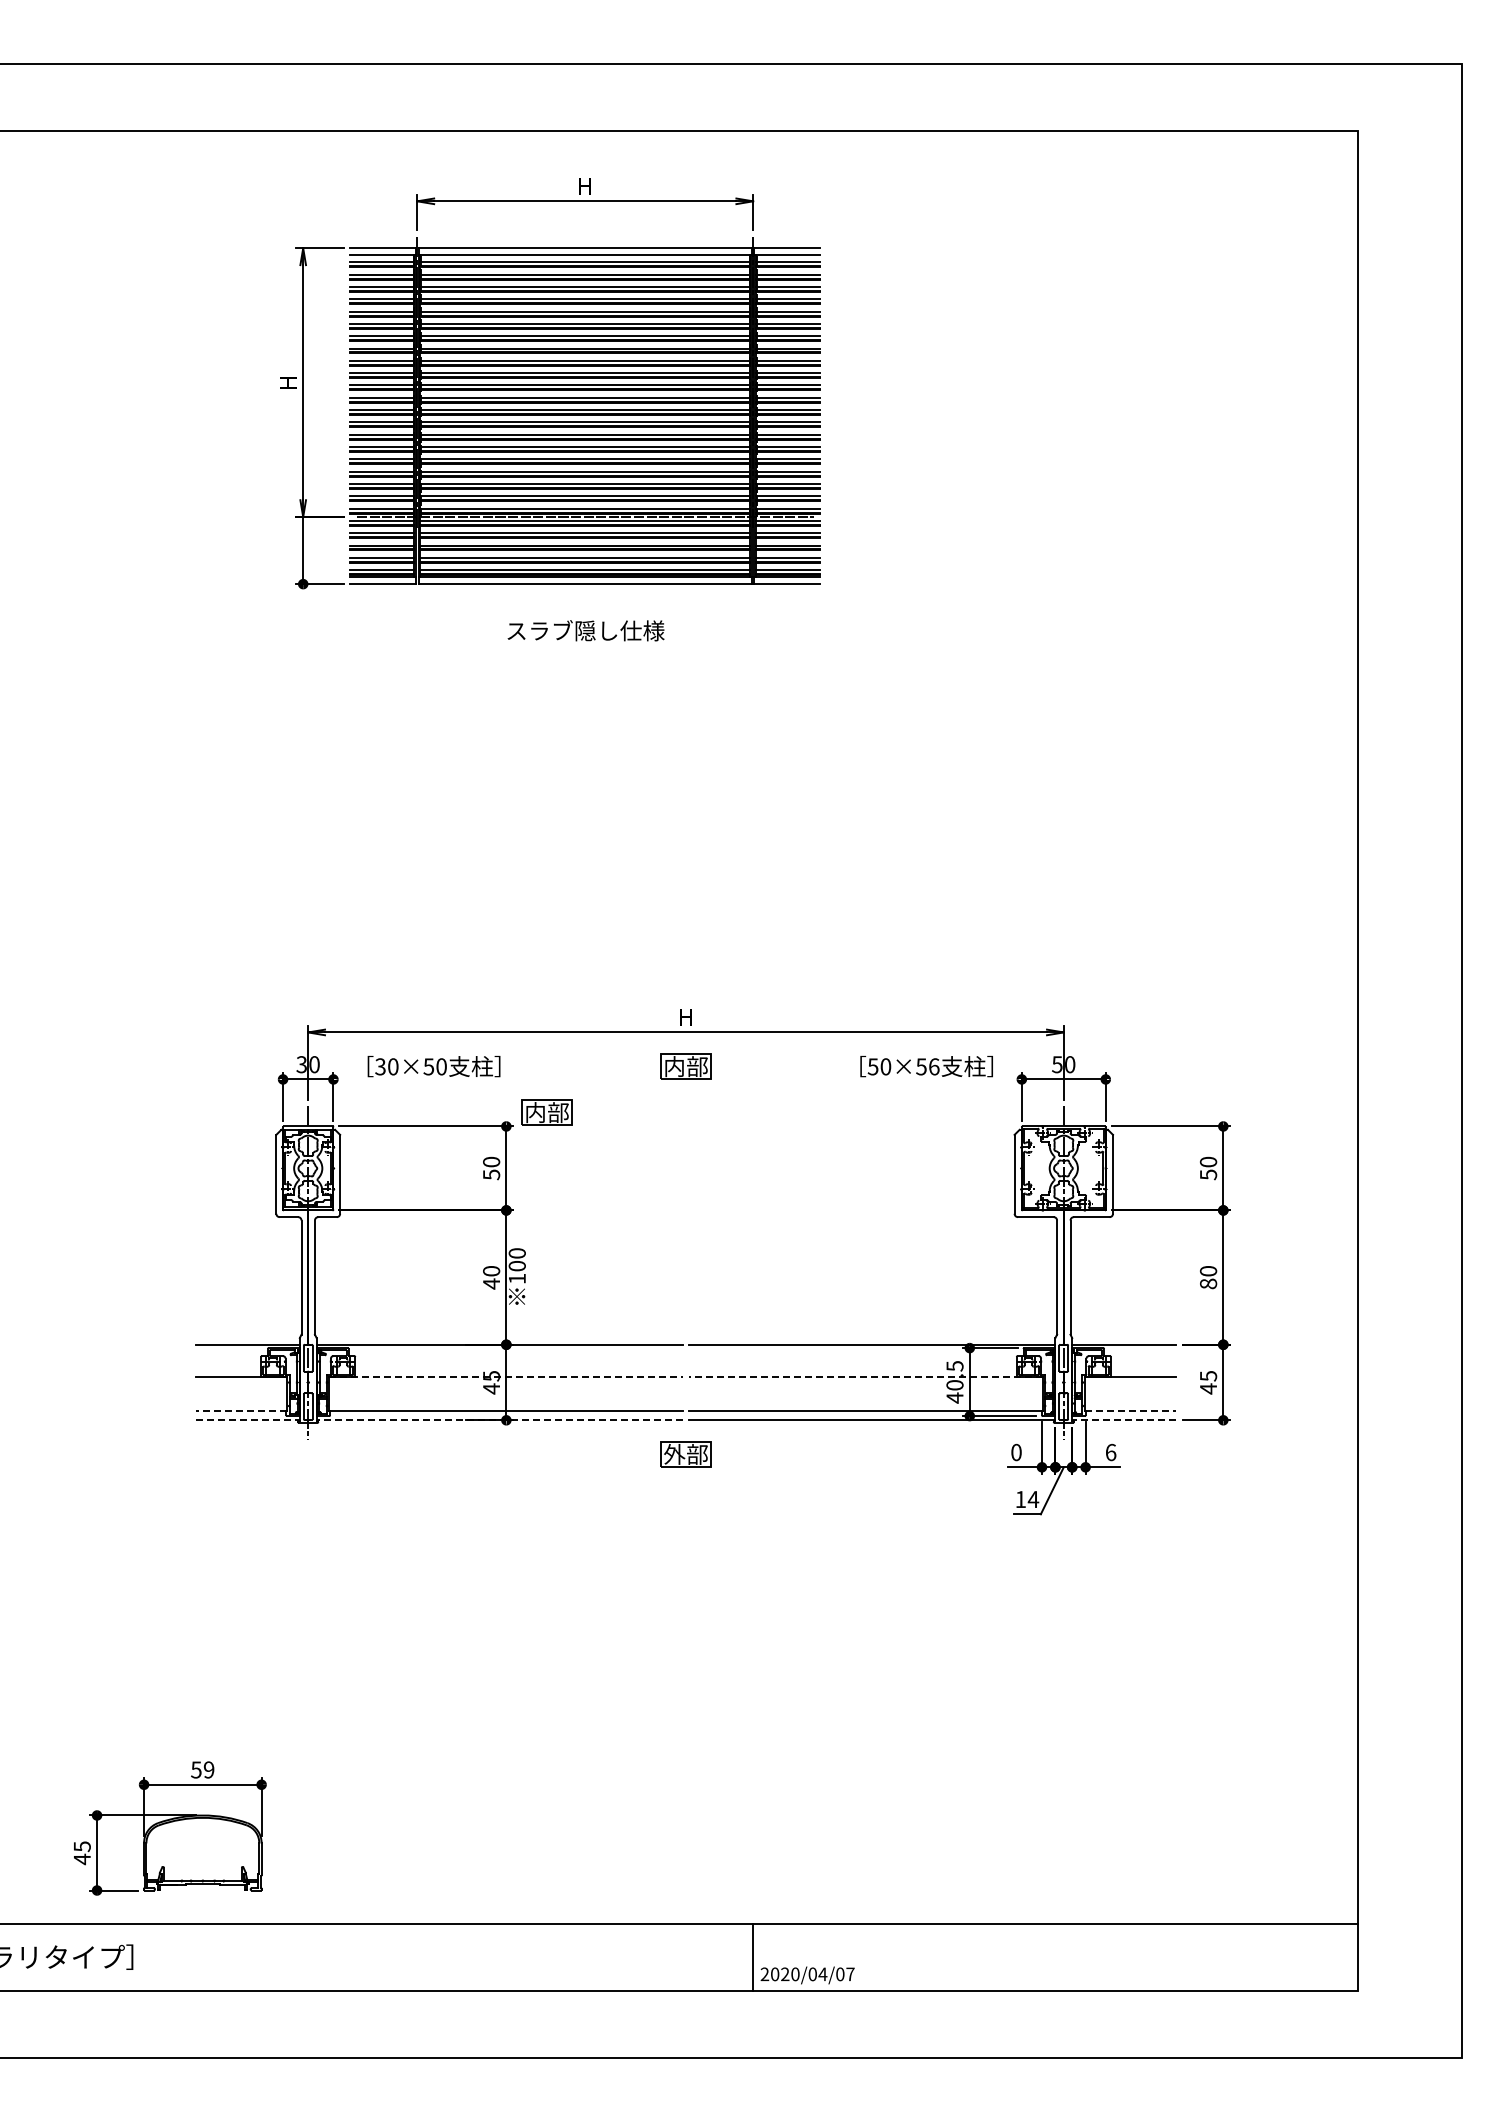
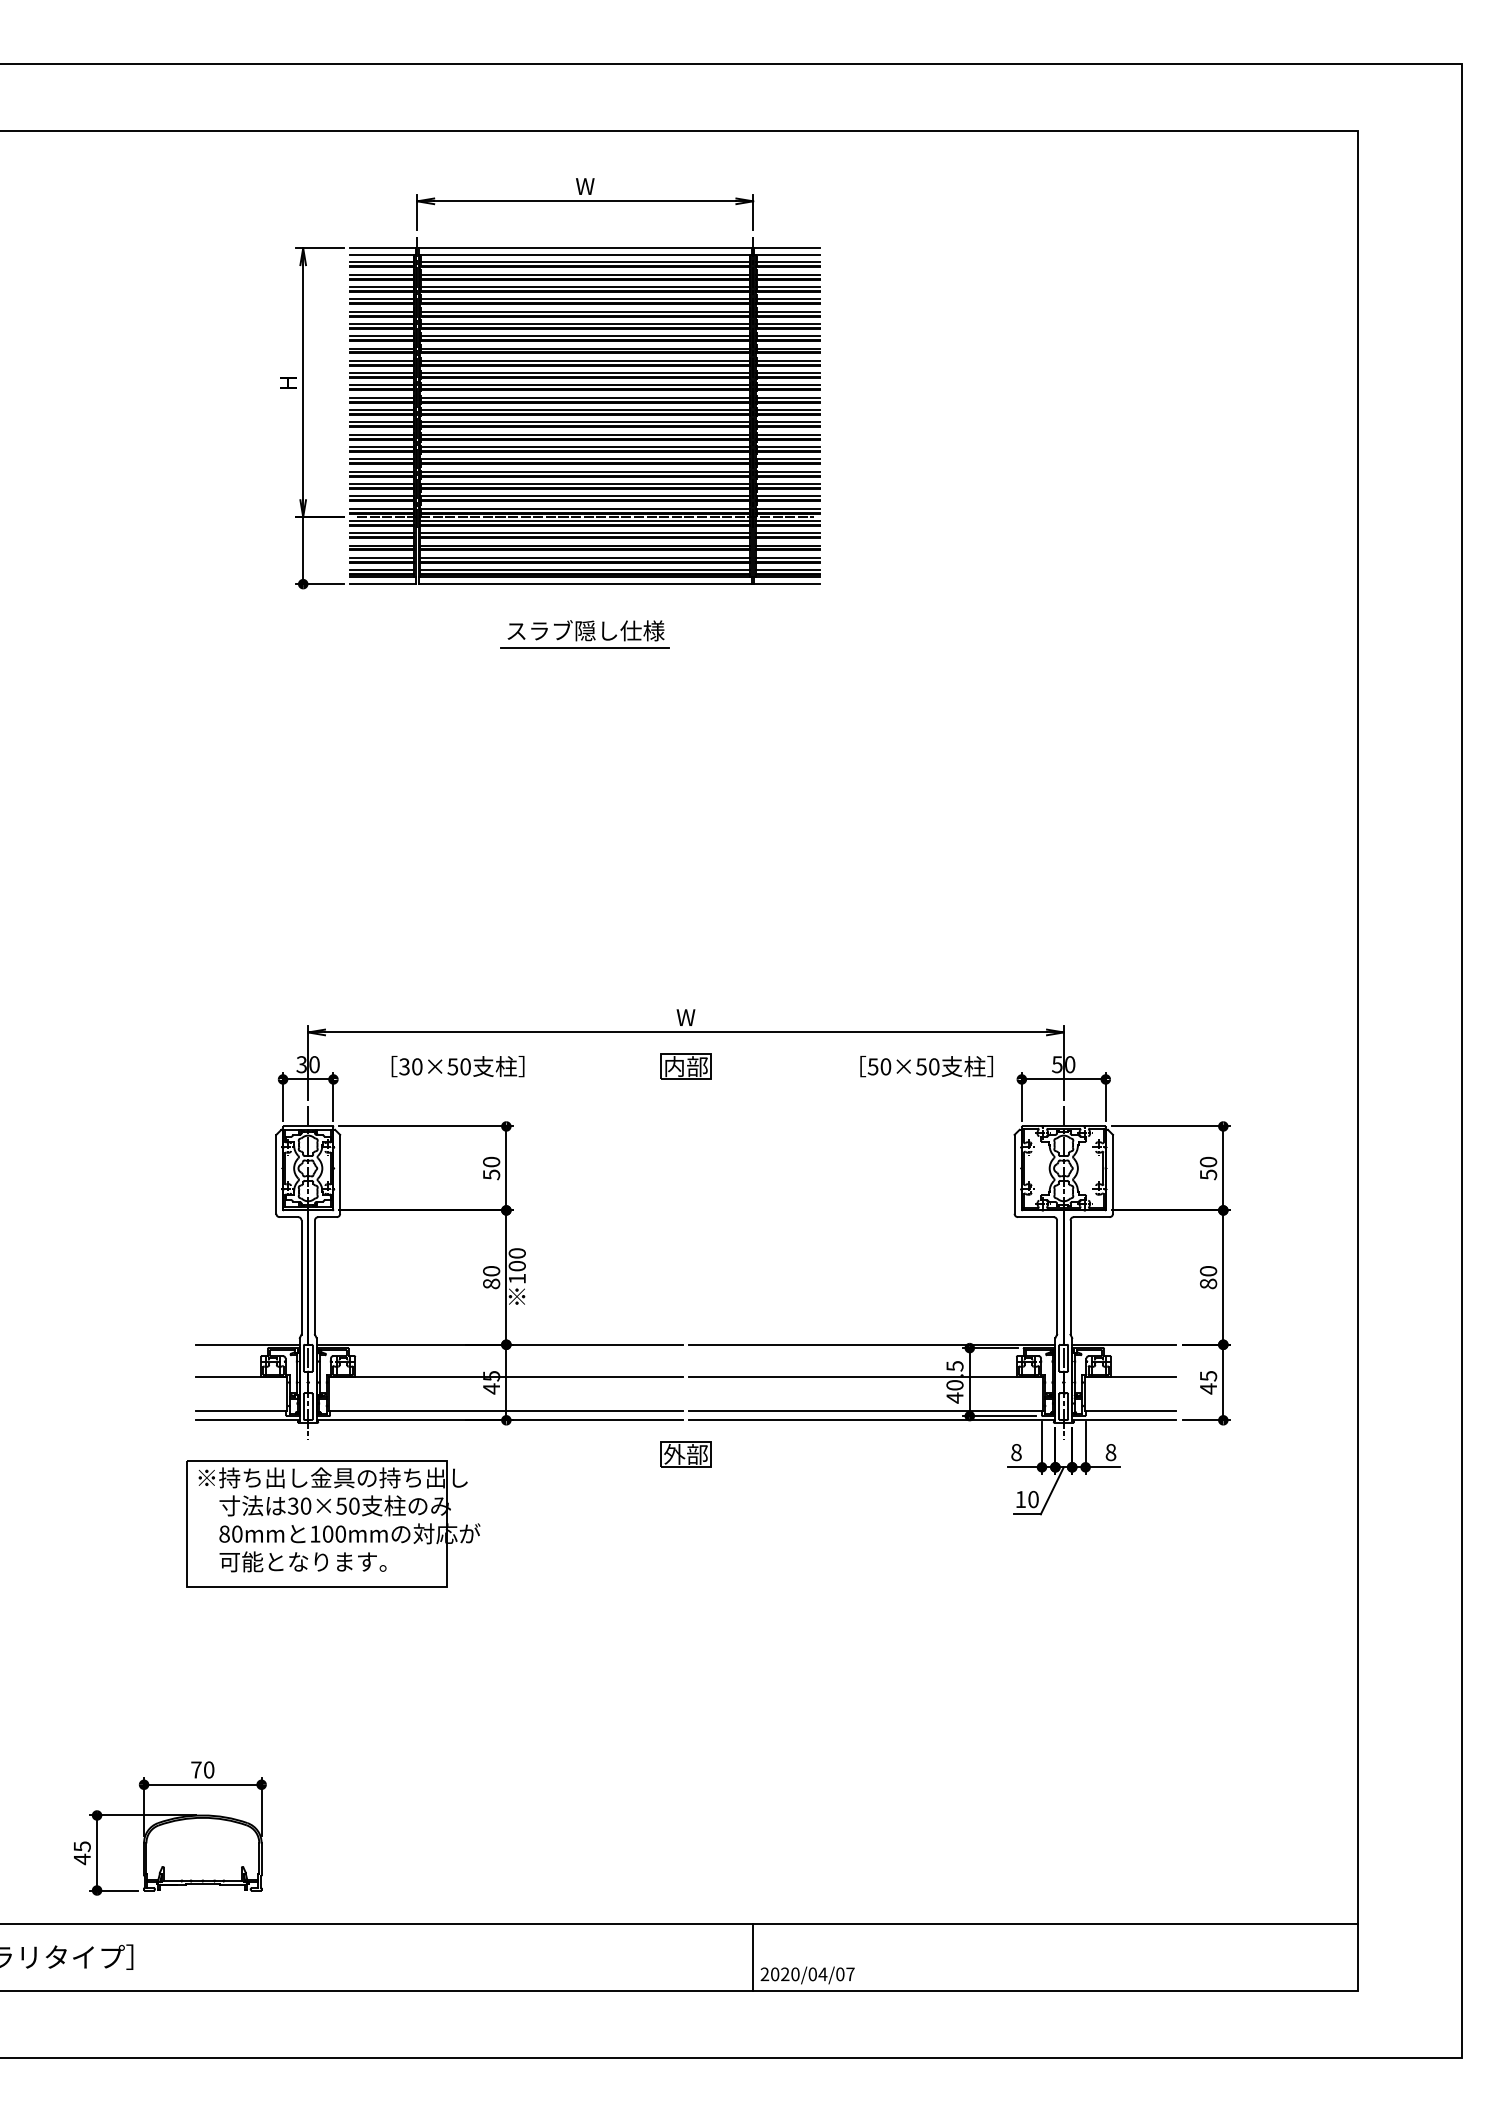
text at (585, 186): H -> W
line at (585, 647): none -> present
text at (685, 1017): H -> W
text at (433, 1066) position: (433, 1066) -> (457, 1066)
text at (934, 1066): 50×56 -> 50×50
part at (546, 1112): present -> none
text at (491, 1283): 40 -> 80
line at (505, 1377): dashed -> solid
line at (866, 1377): dashed -> solid
line at (241, 1411): dashed -> solid
line at (1130, 1411): dashed -> solid
line at (248, 1420): dashed -> solid
line at (499, 1420): dashed -> solid
line at (1123, 1420): dashed -> solid
text at (1110, 1451): 6 -> 8
text at (1016, 1452): 0 -> 8
text at (1033, 1499): 14 -> 10
part at (333, 1523): none -> present
text at (202, 1769): 59 -> 70
